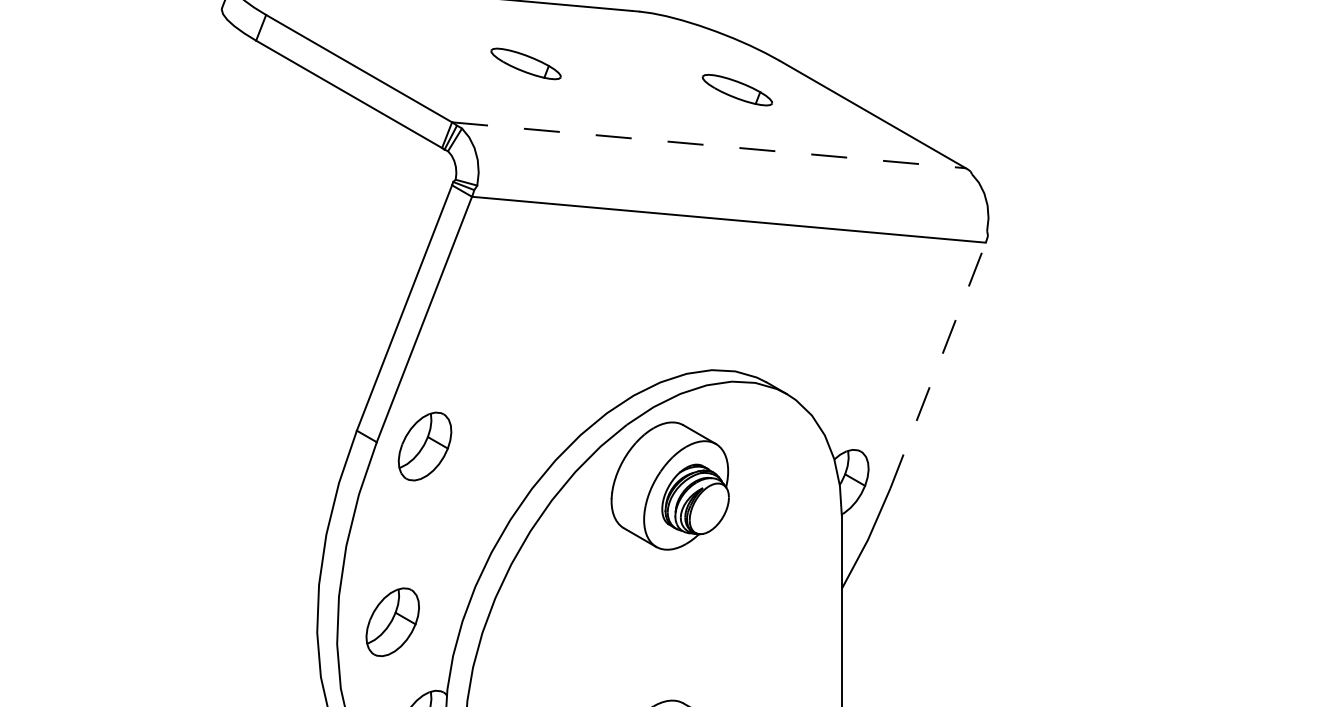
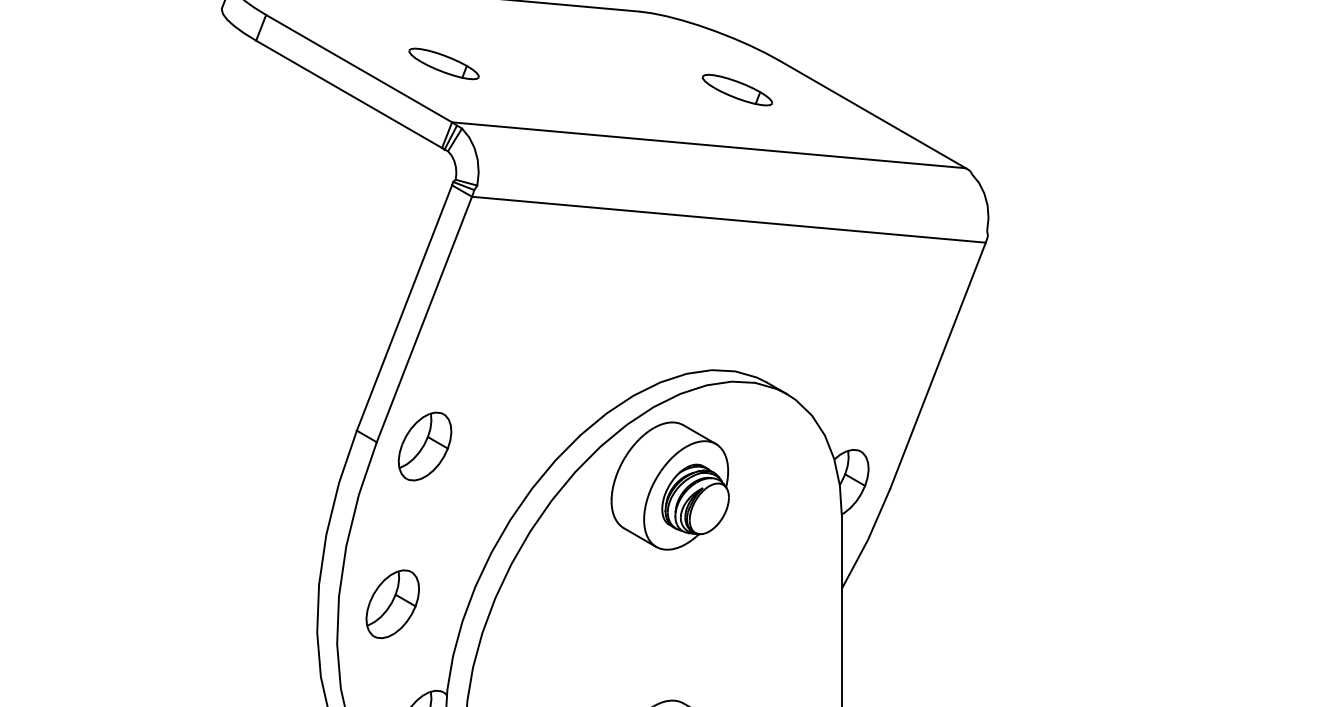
part at (525, 63) position: (525, 63) -> (443, 63)
line at (708, 145): dashed -> solid
line at (938, 365): dashed -> solid
part at (392, 622) position: (392, 622) -> (392, 604)
